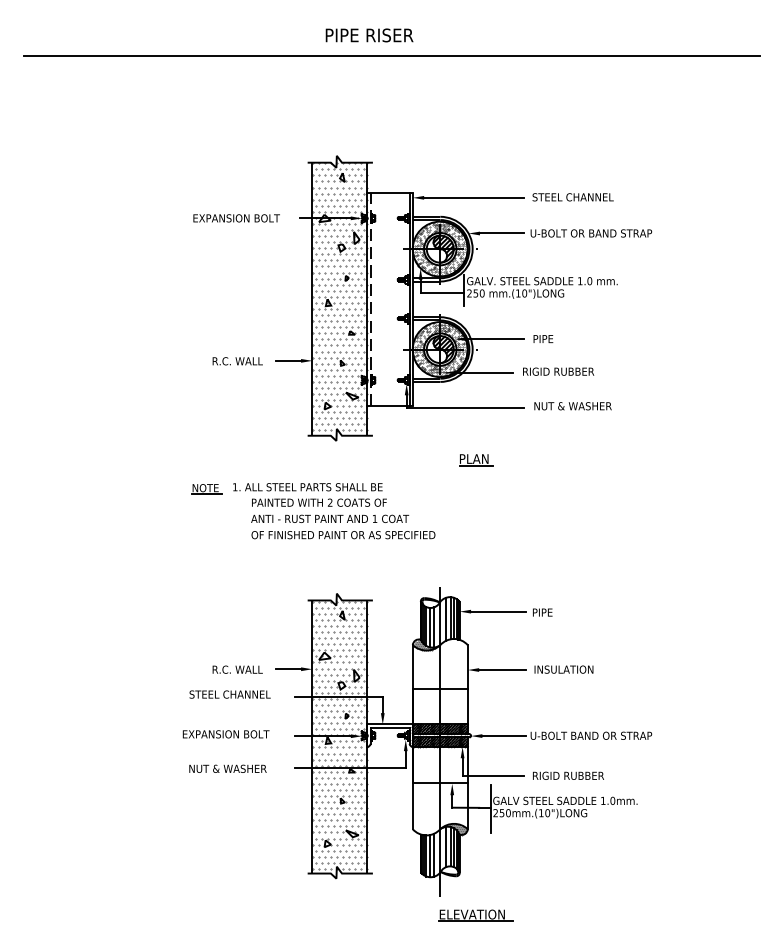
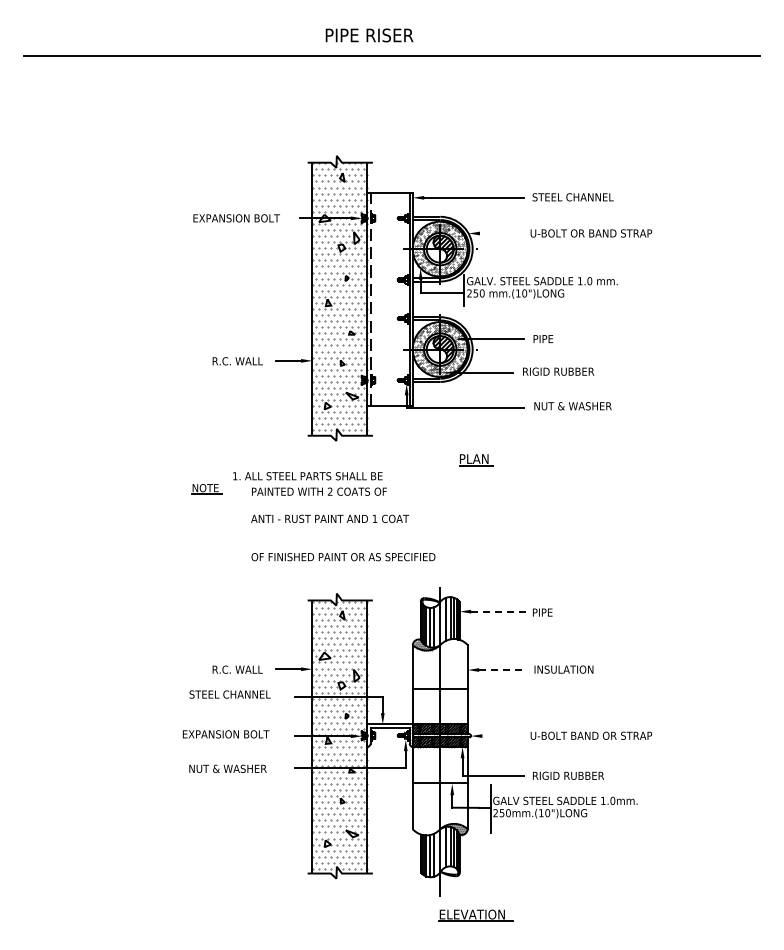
line at (502, 233): present -> none
text at (309, 494) position: (309, 494) -> (309, 483)
text at (343, 535) position: (343, 535) -> (343, 557)
line at (498, 611): solid -> dashed
line at (502, 670): solid -> dashed
line at (503, 736): present -> none
